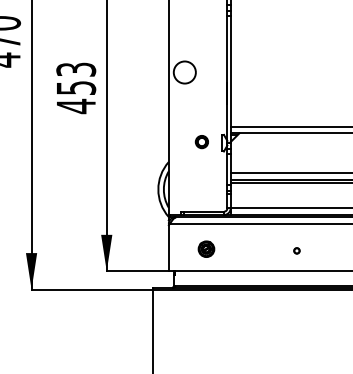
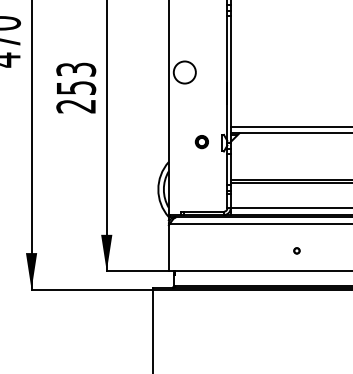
text at (75, 106): 453 -> 253
line at (289, 173): present -> none
part at (206, 248): present -> none
